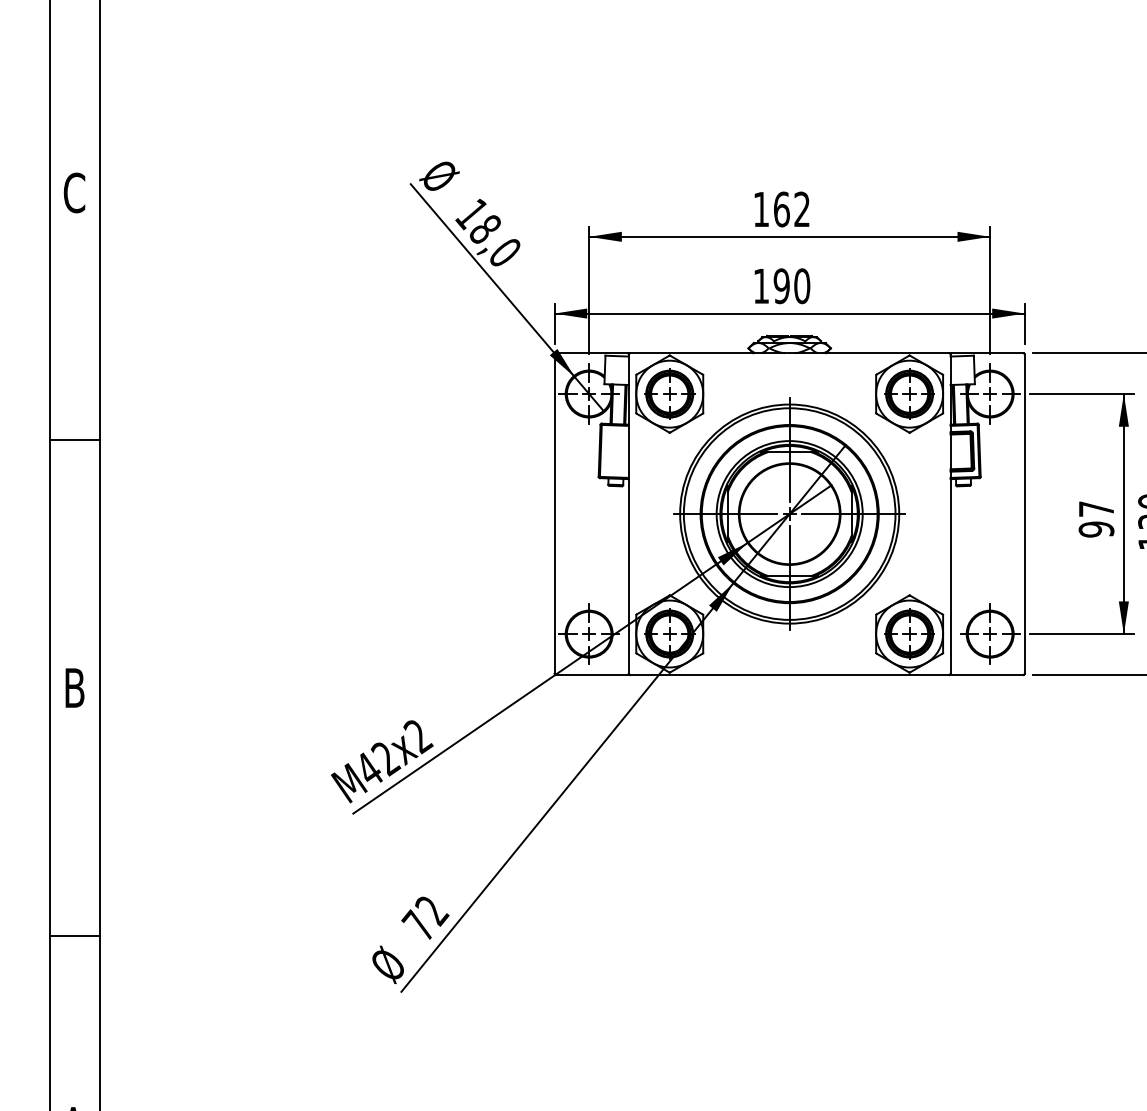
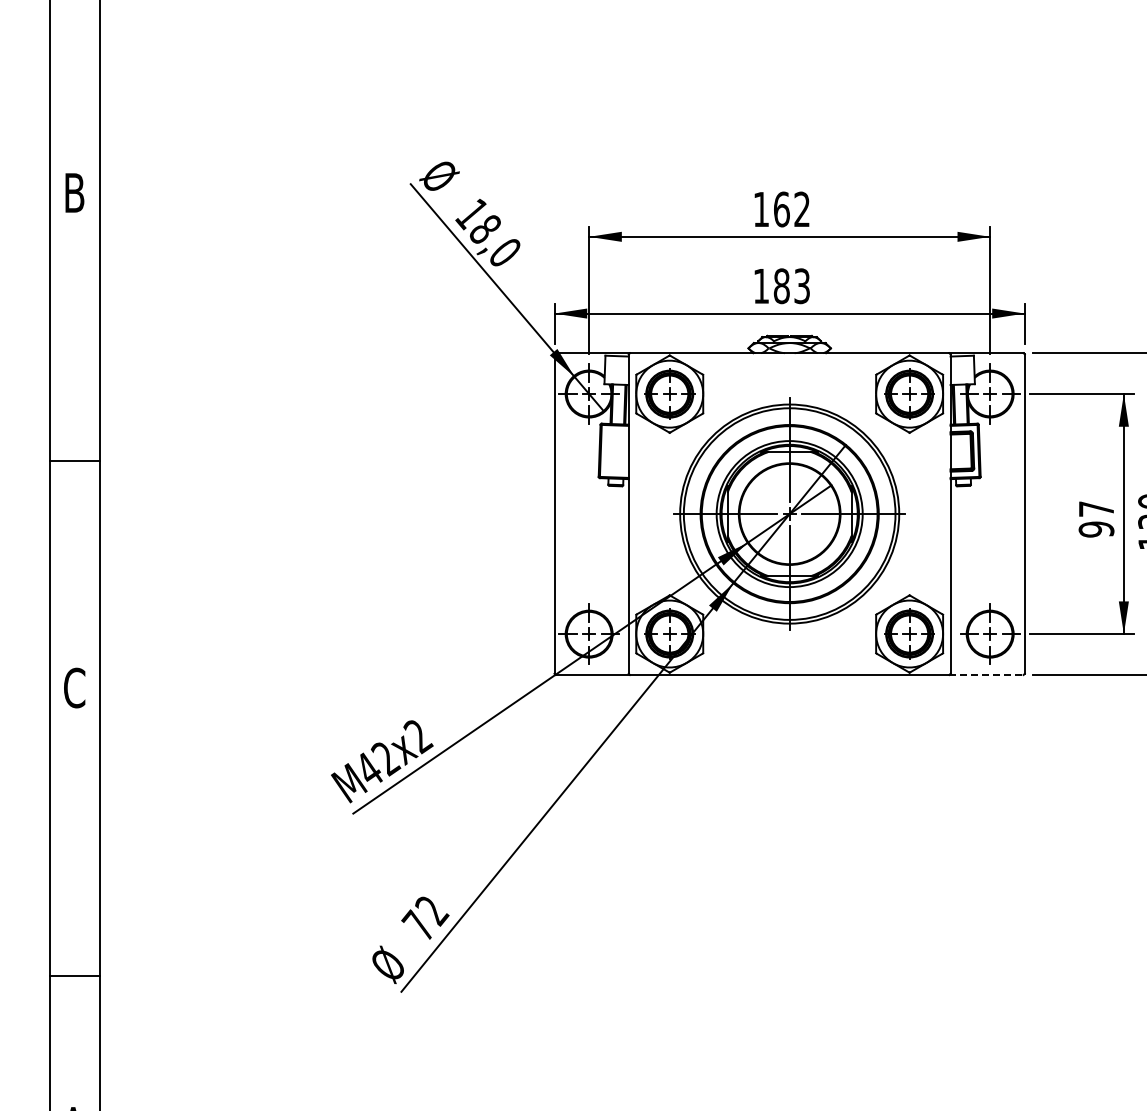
text at (74, 192): C -> B
text at (791, 286): 190 -> 183
line at (74, 440) position: (74, 440) -> (74, 461)
line at (986, 675): solid -> dashed
text at (74, 687): B -> C
line at (74, 935) position: (74, 935) -> (74, 975)
